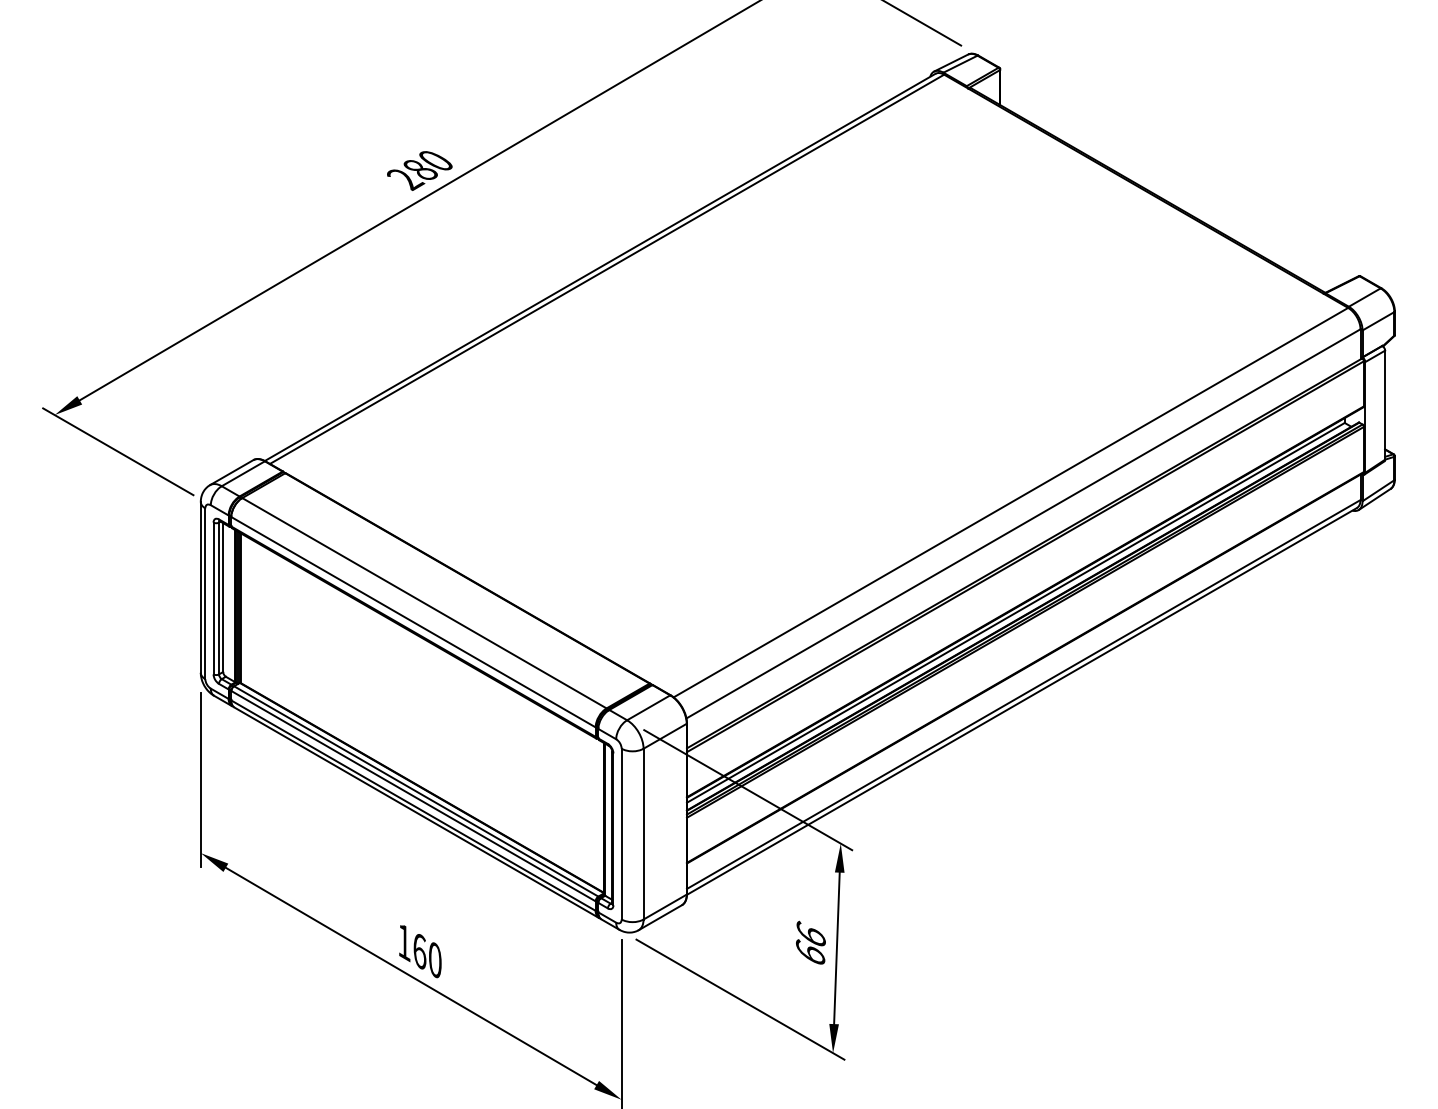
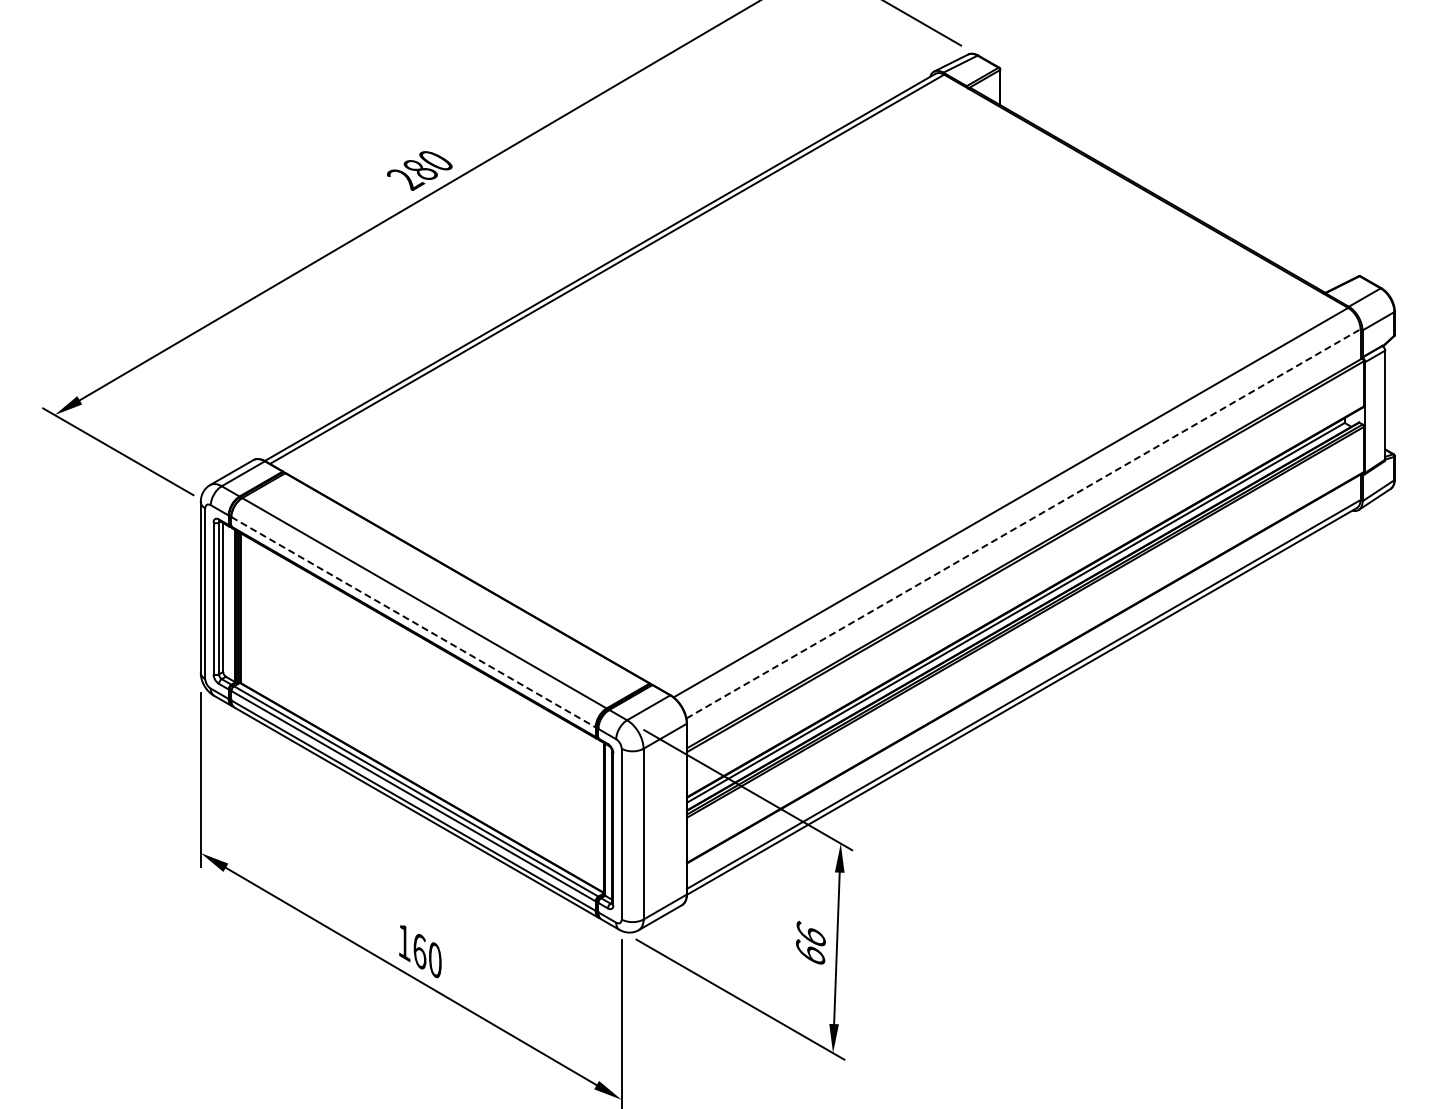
line at (1023, 523): solid -> dashed
line at (413, 622): solid -> dashed
